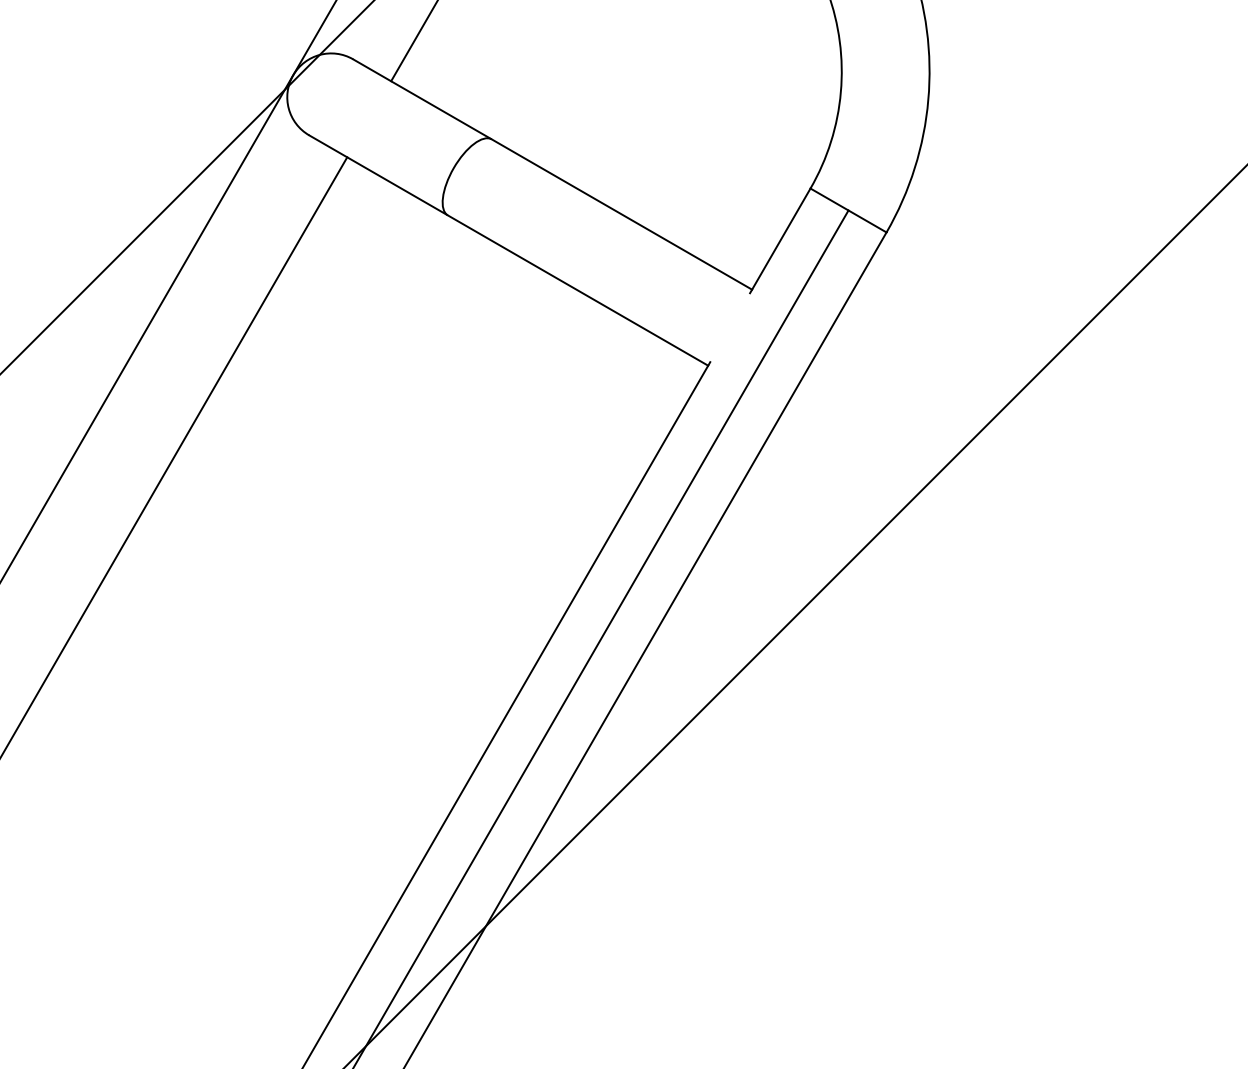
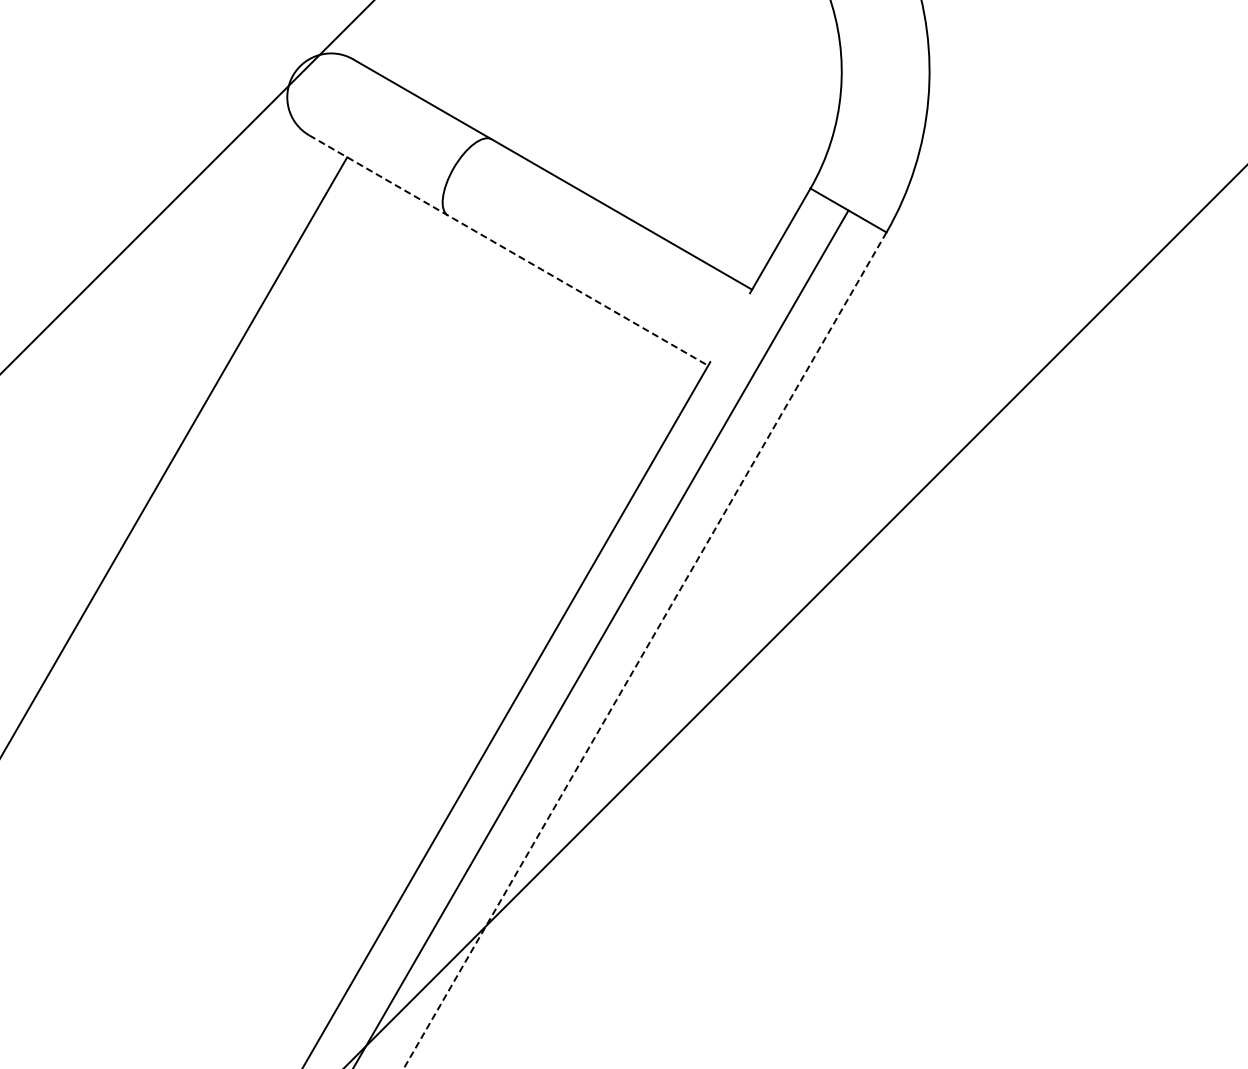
line at (413, 41): present -> none
line at (509, 250): solid -> dashed
line at (168, 290): present -> none
line at (645, 650): solid -> dashed
